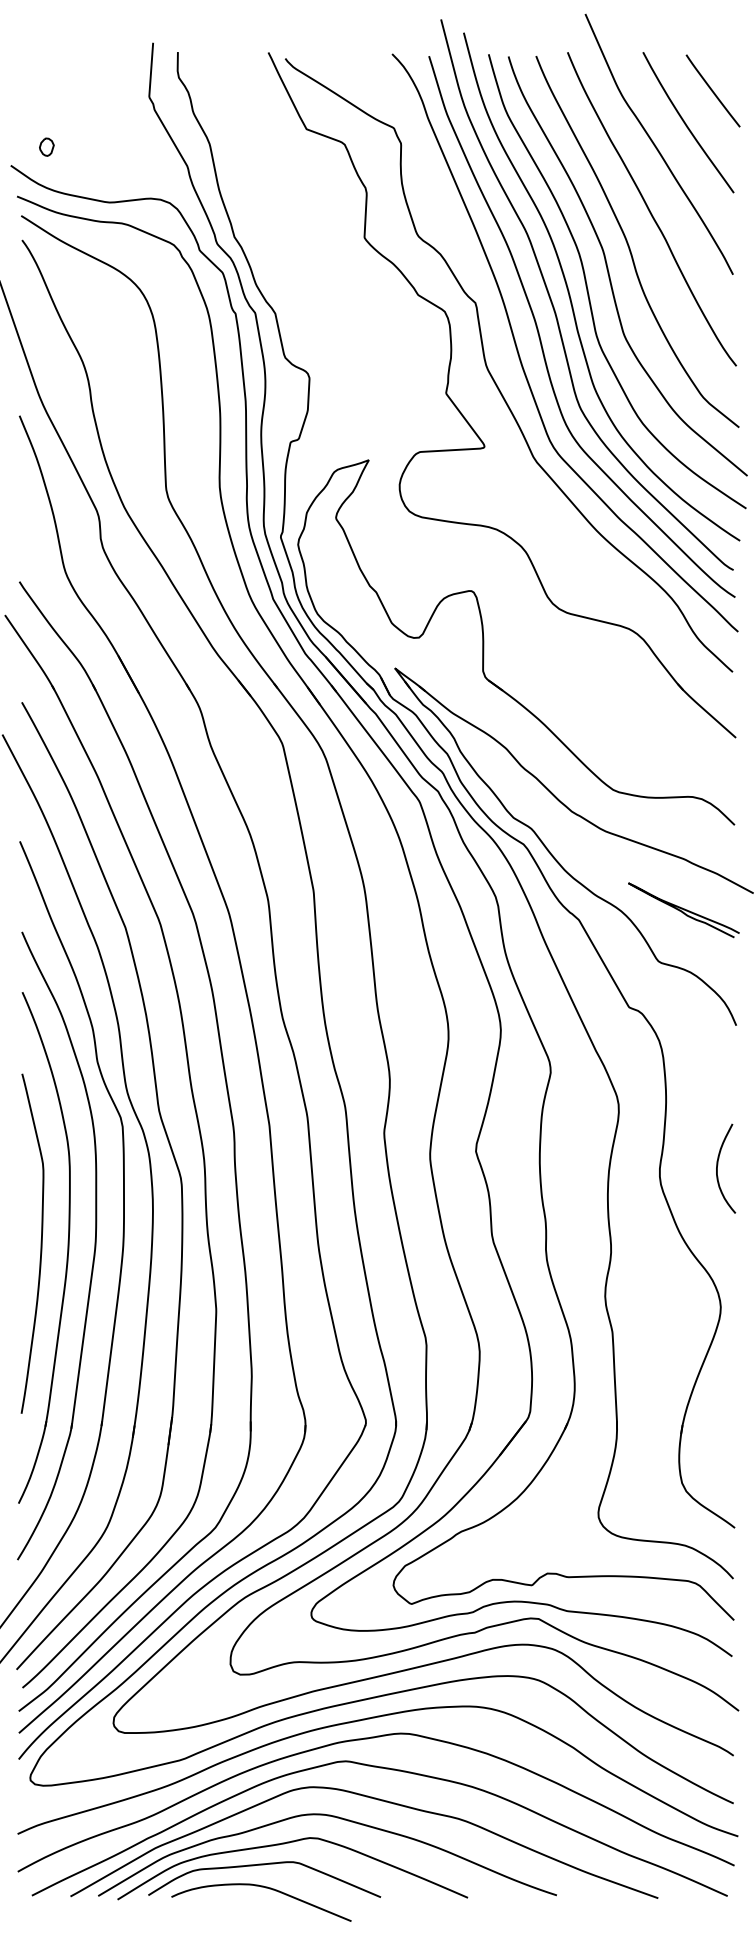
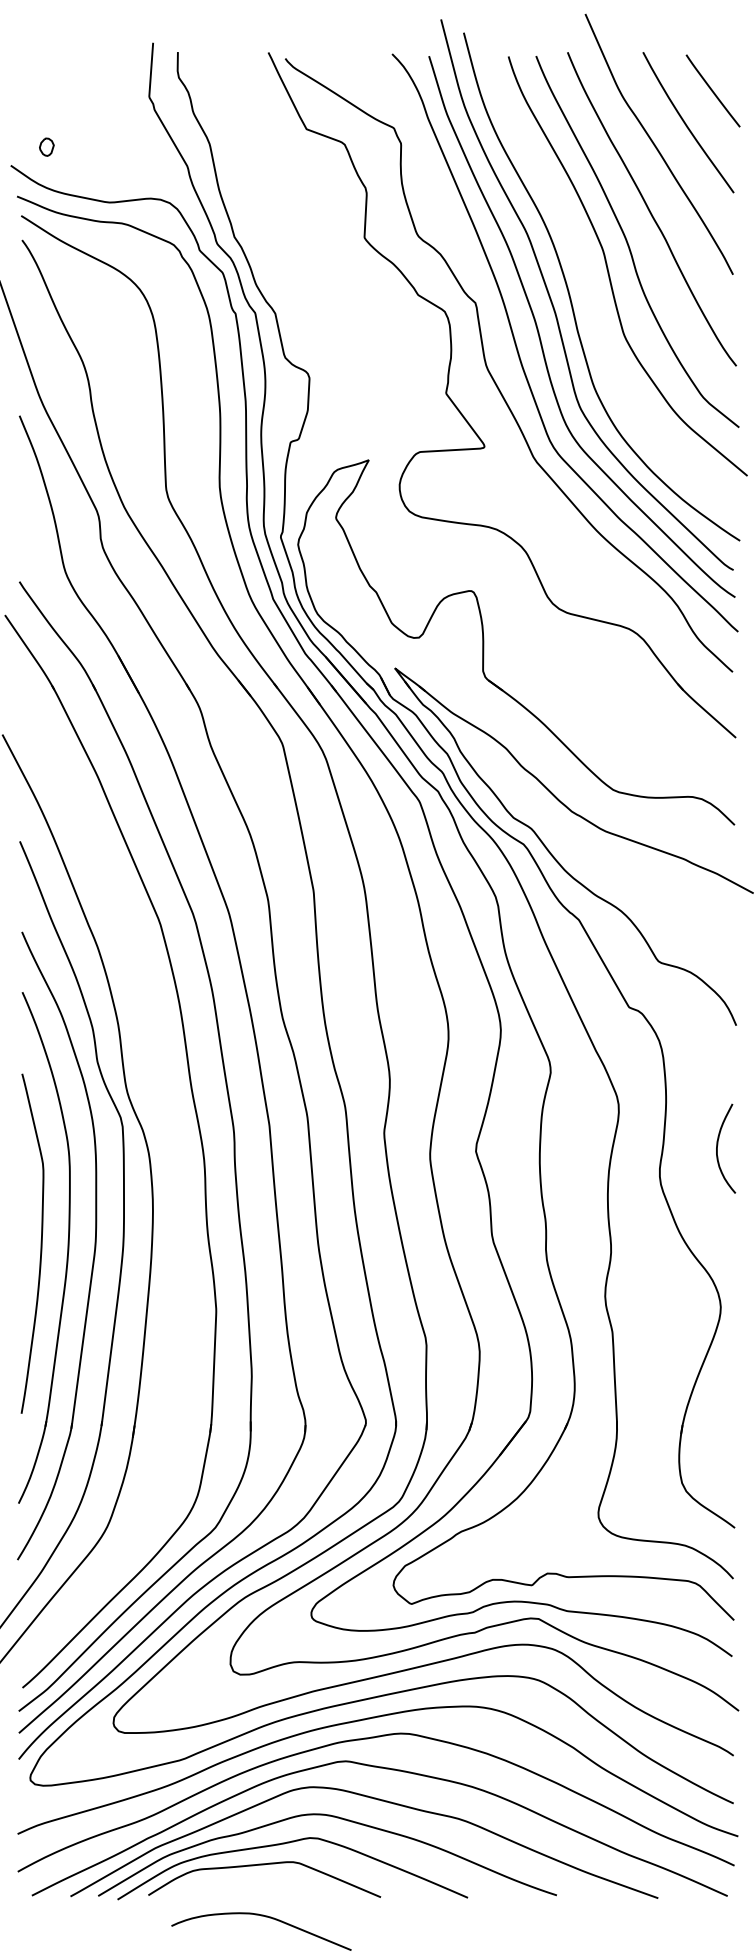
curve at (587, 283): present -> none
curve at (683, 910): present -> none
part at (174, 1161): present -> none
curve at (718, 1165) position: (718, 1165) -> (718, 1145)
curve at (265, 1888) position: (265, 1888) -> (265, 1917)
